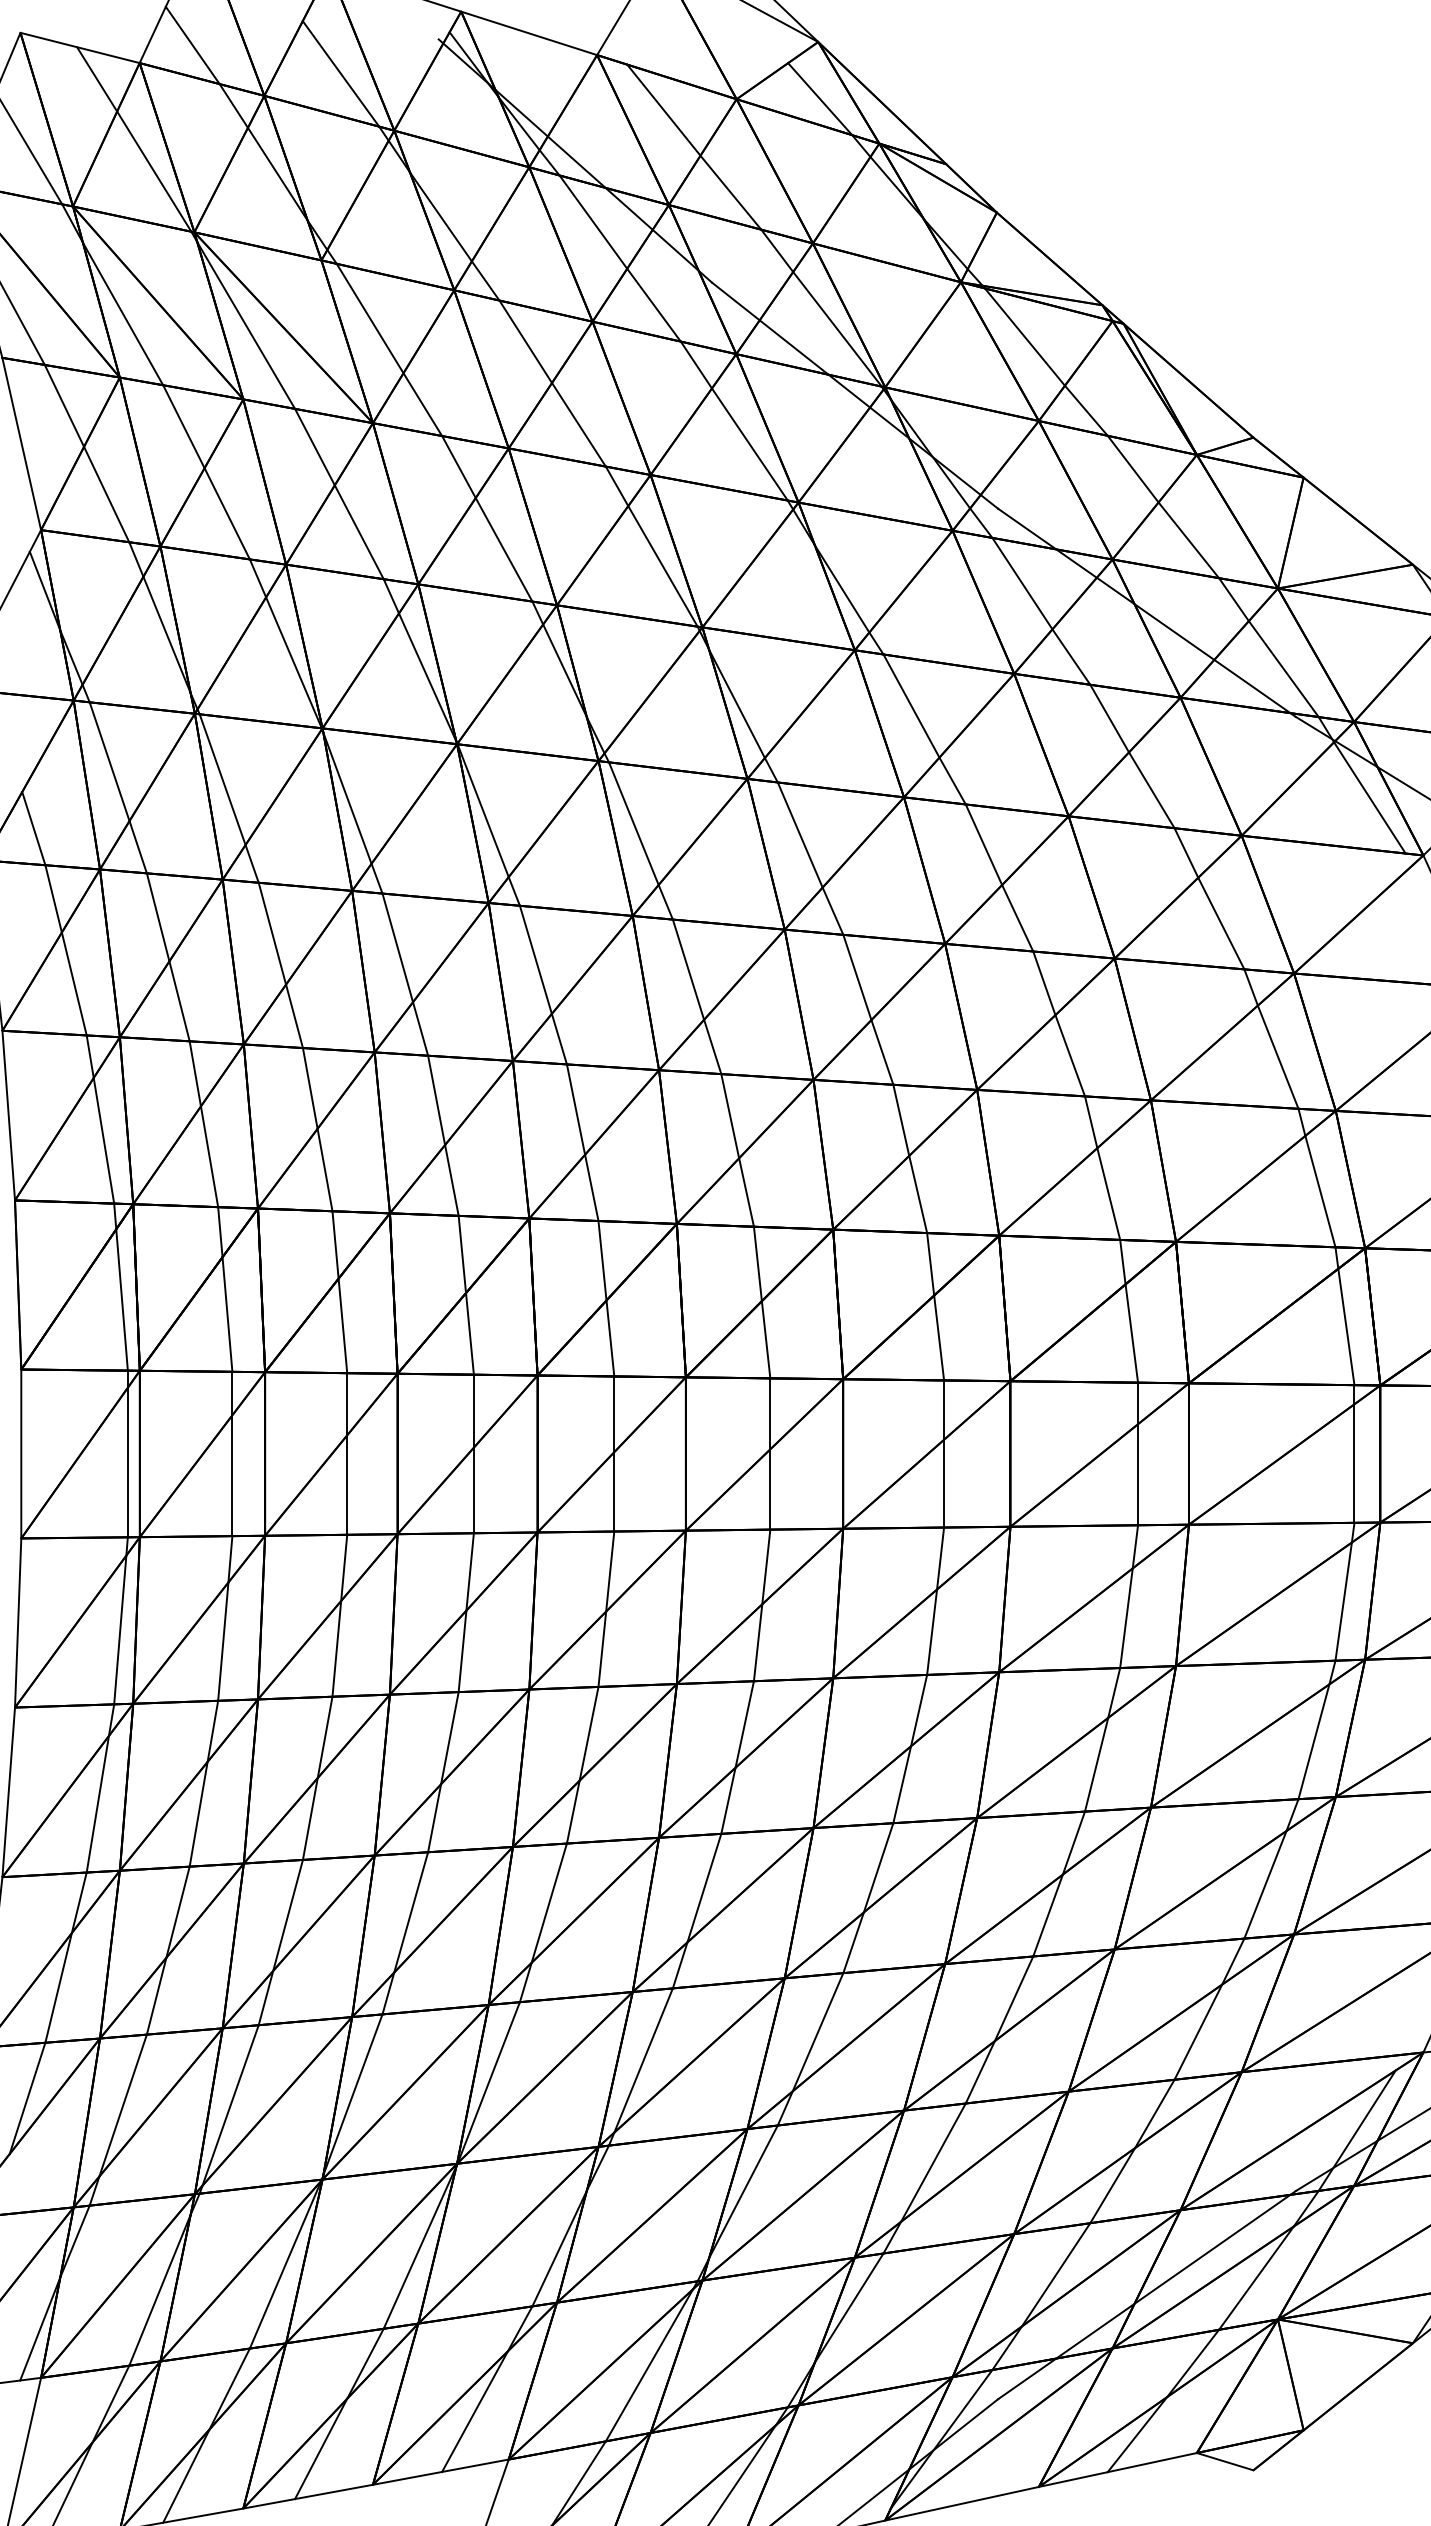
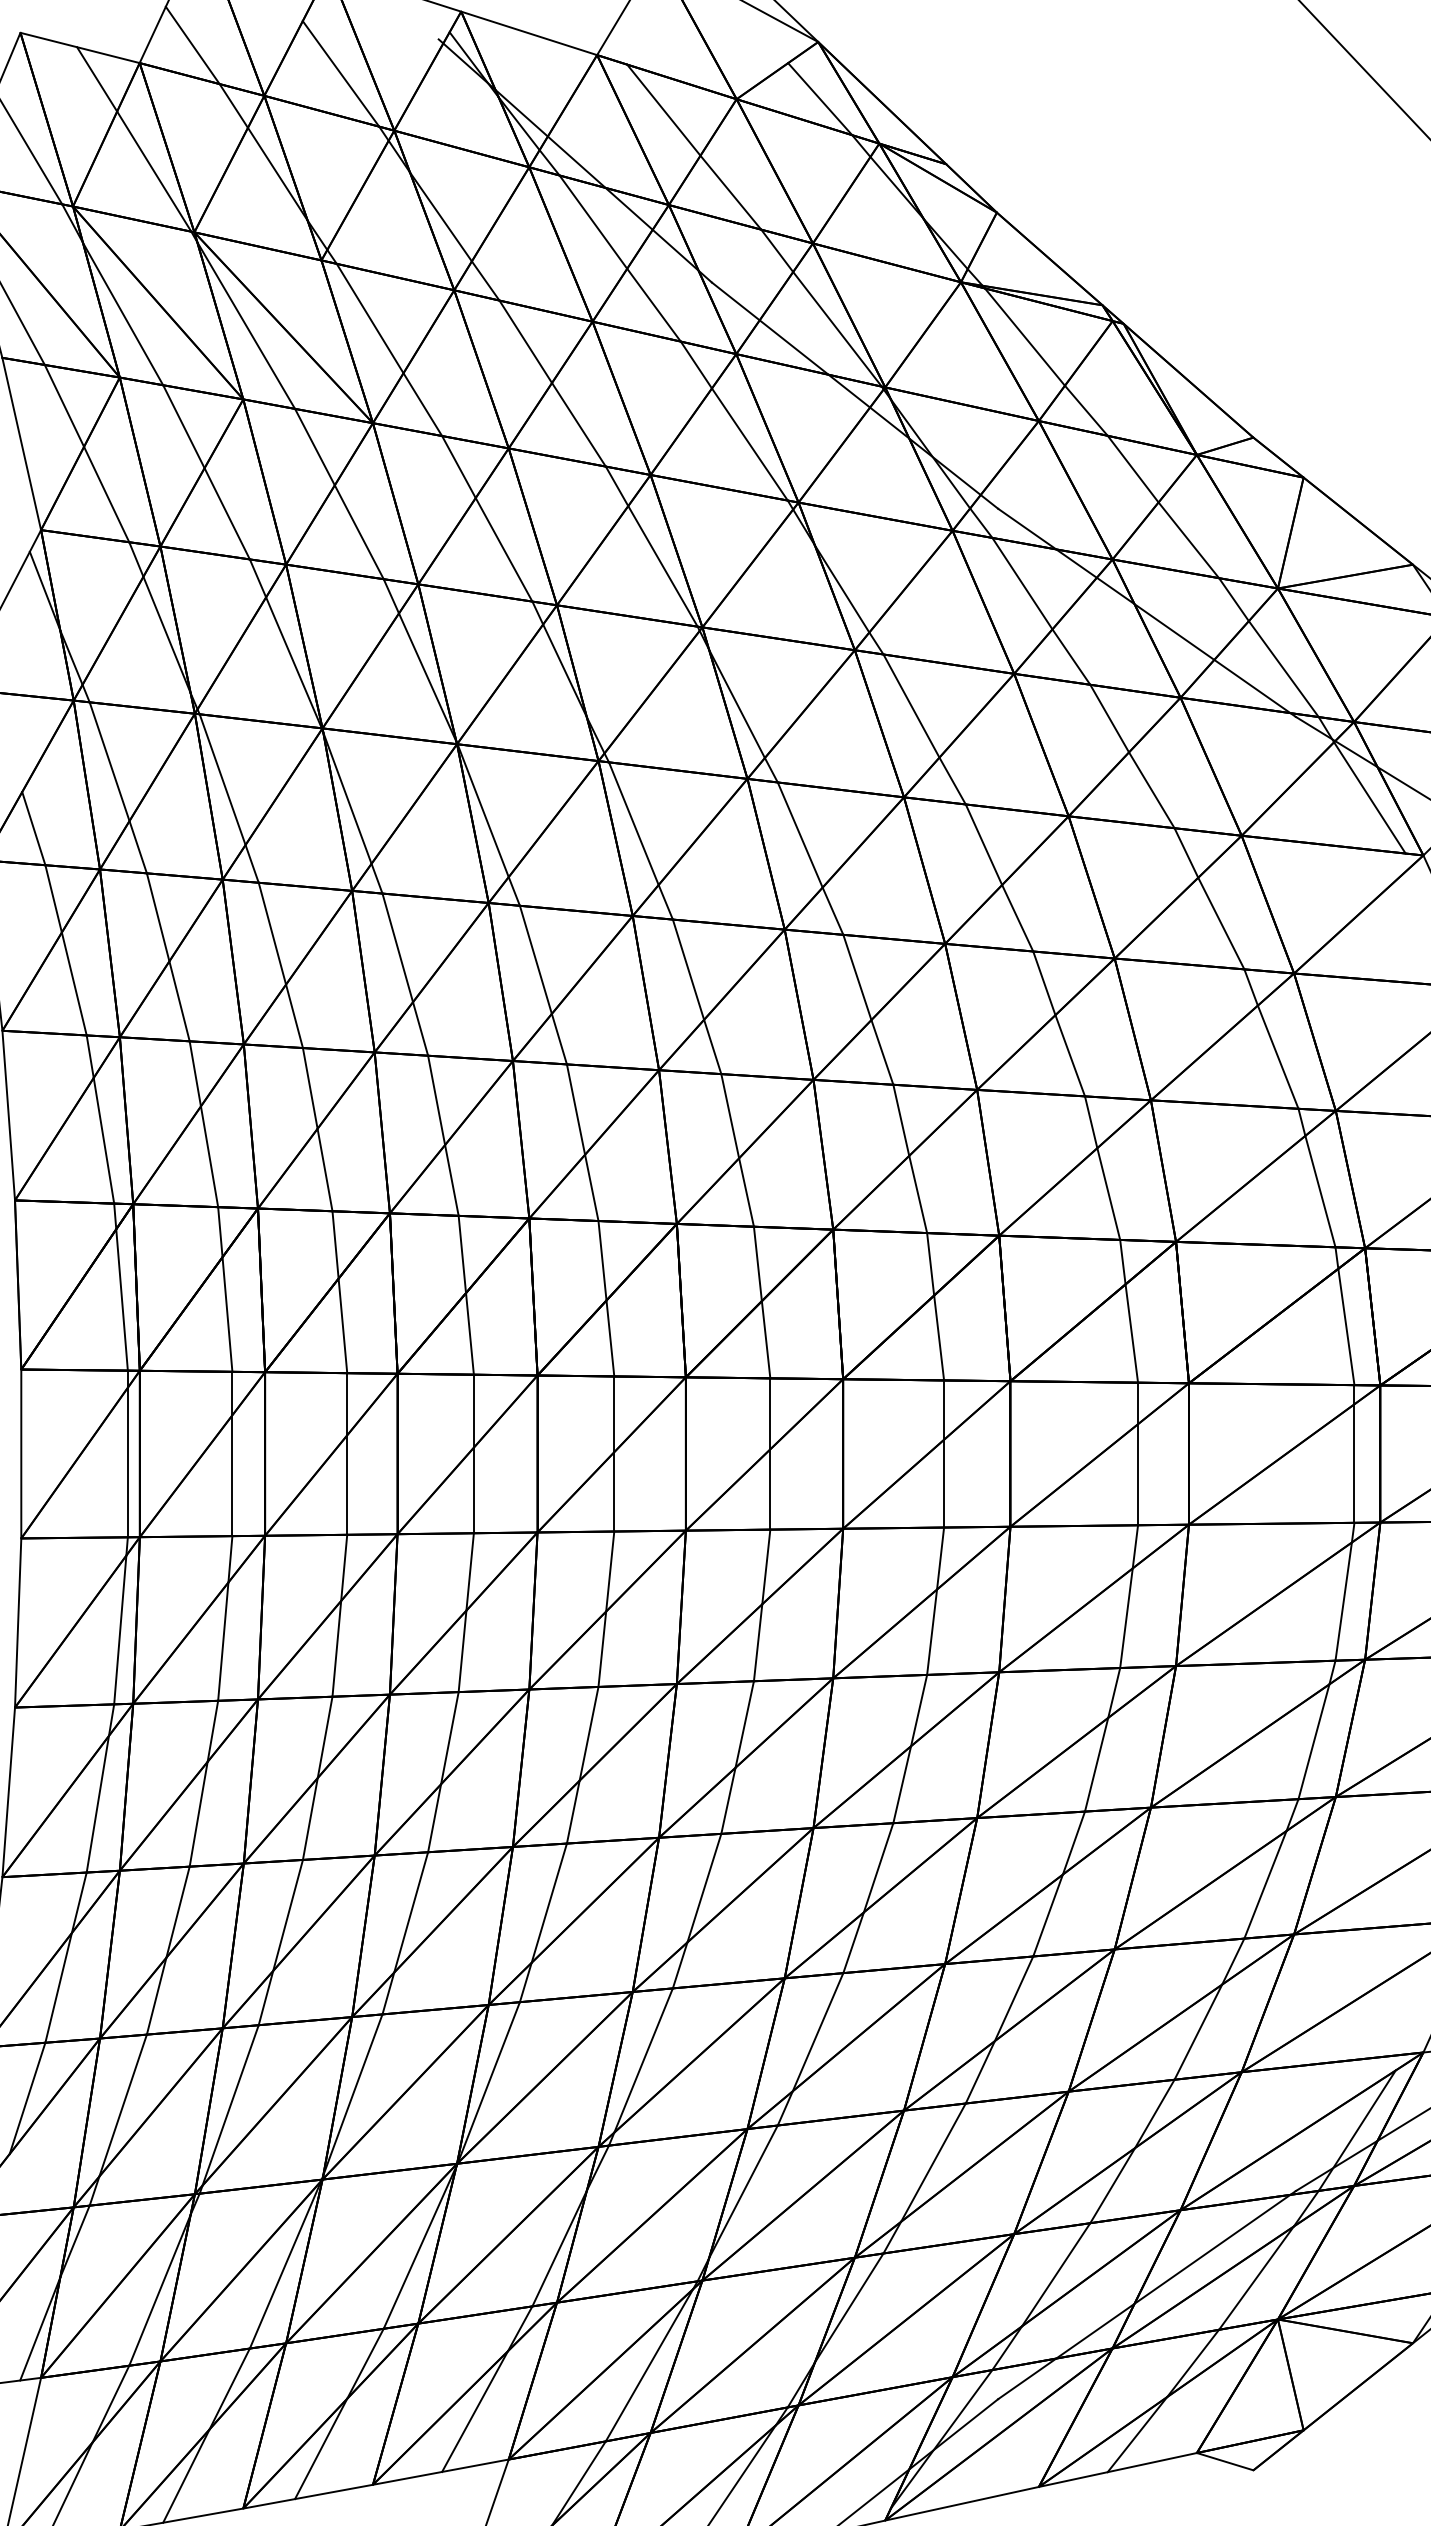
line at (1364, 69): none -> present
